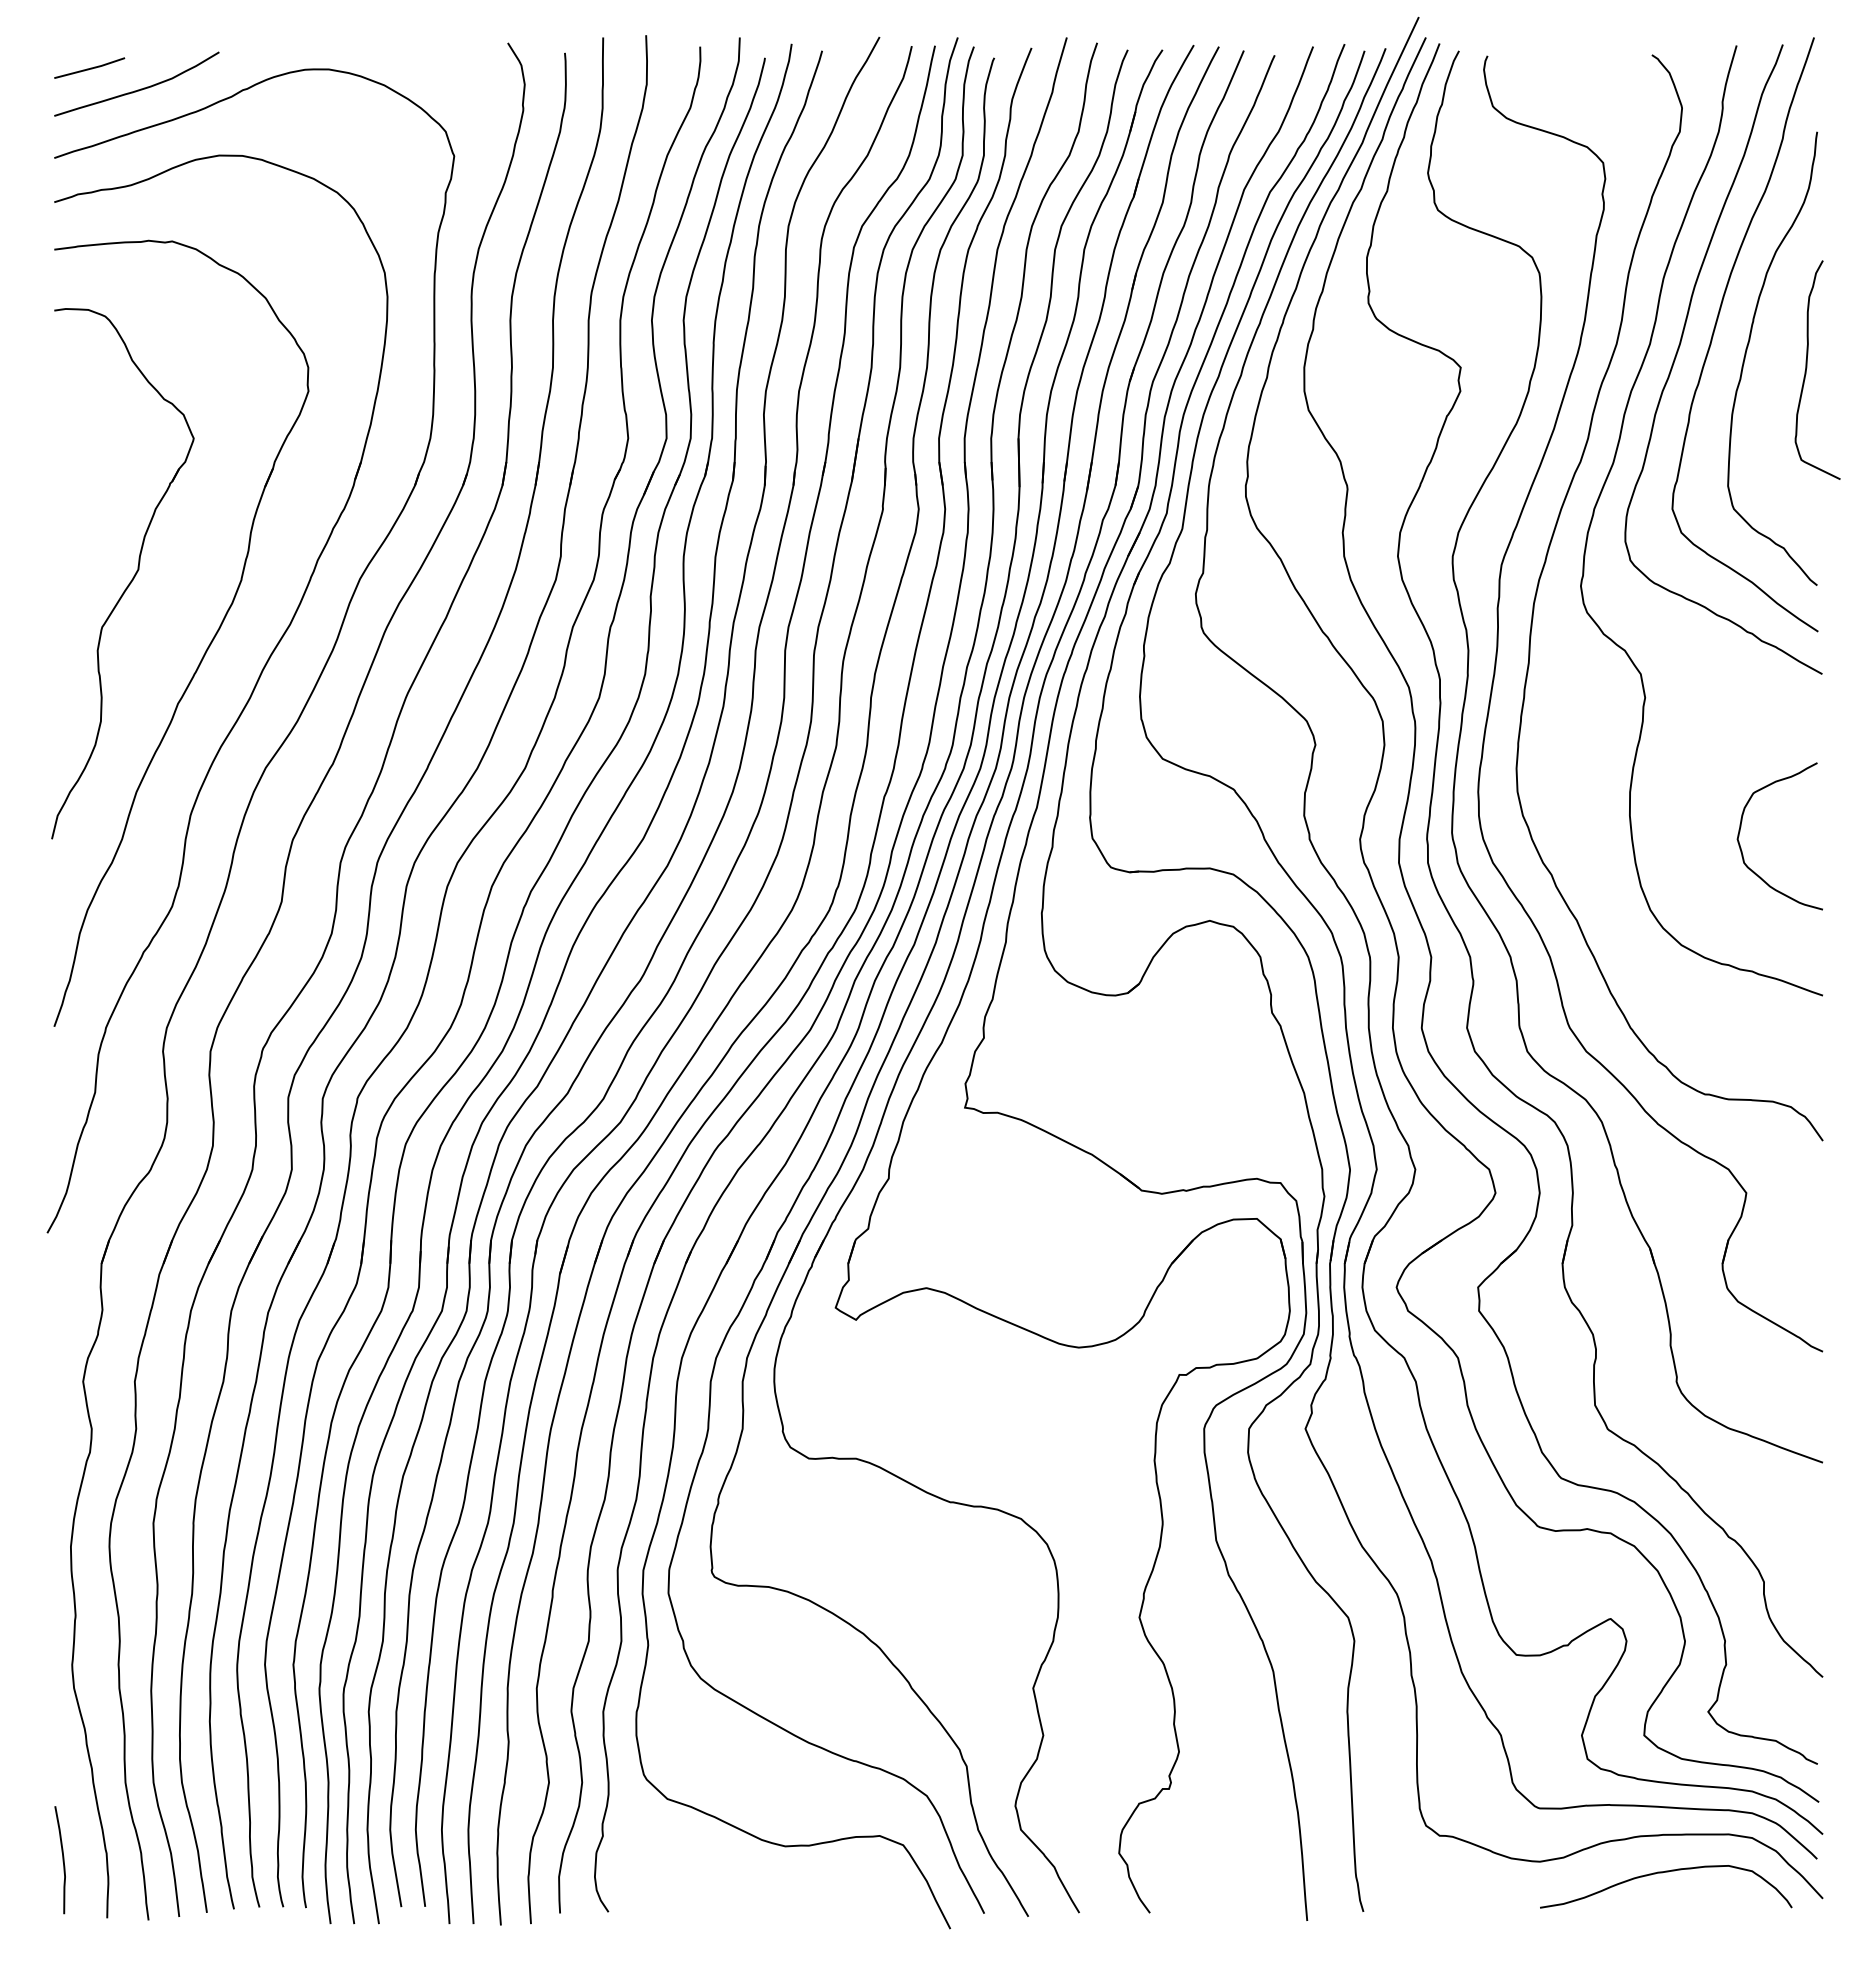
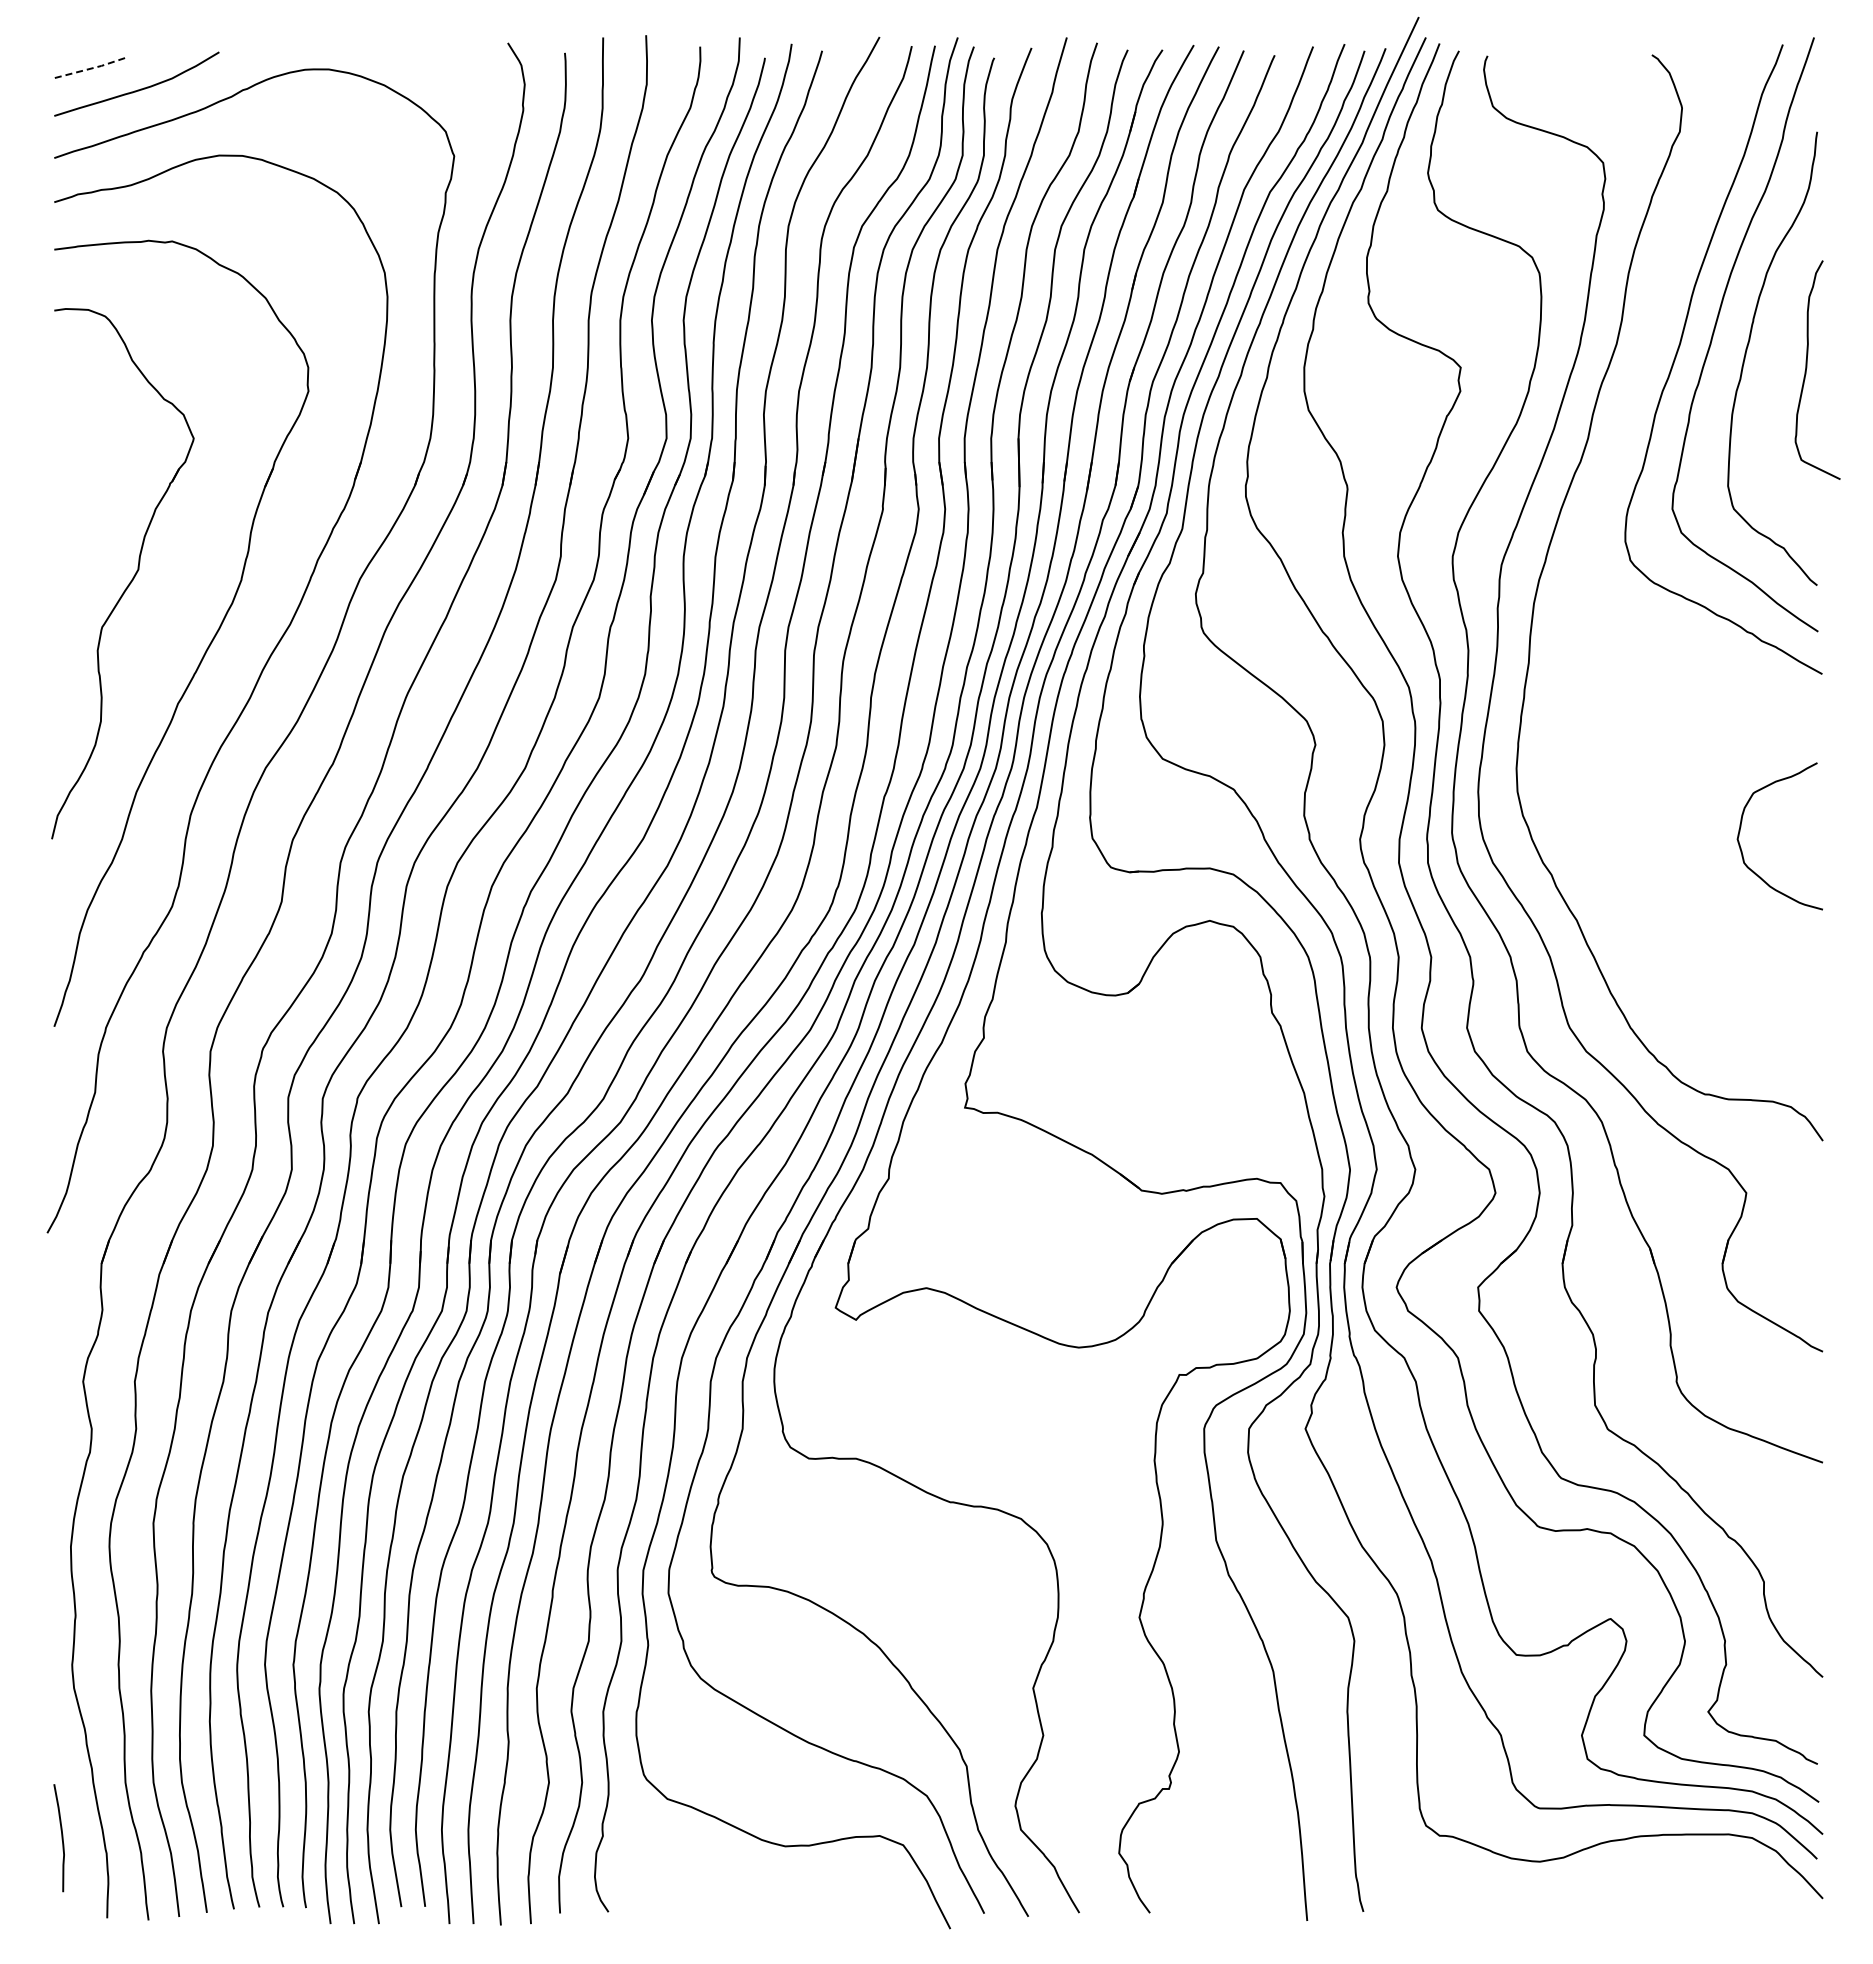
line at (89, 68): solid -> dashed
curve at (1606, 482): present -> none
curve at (62, 1860) position: (62, 1860) -> (61, 1838)
curve at (1662, 1873): present -> none
